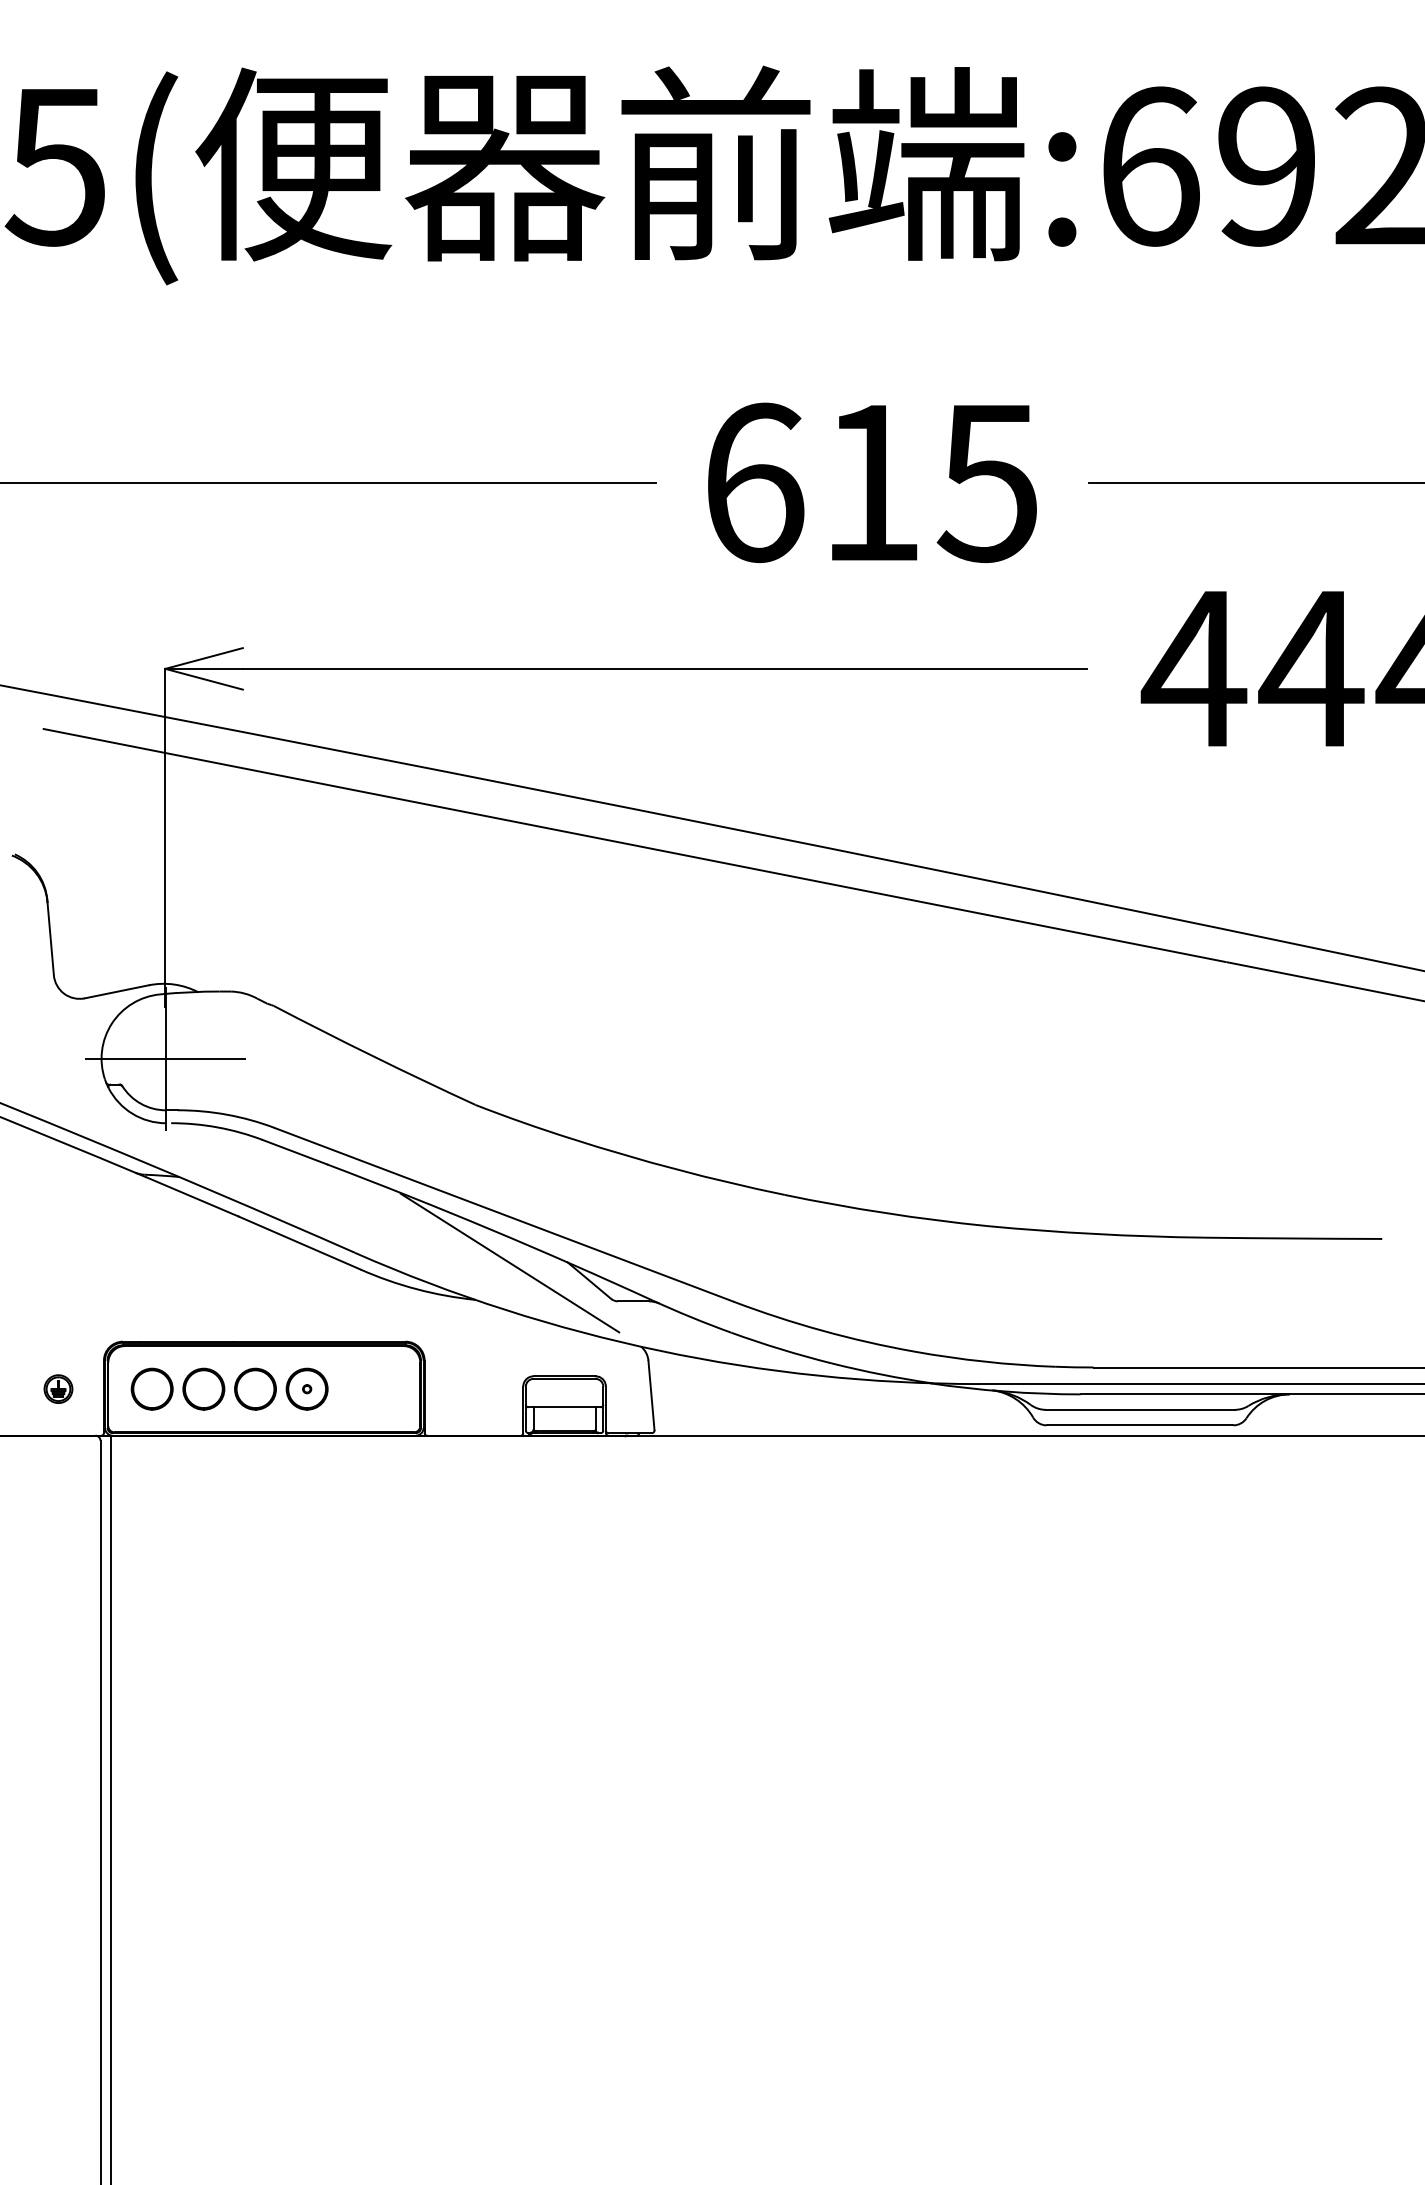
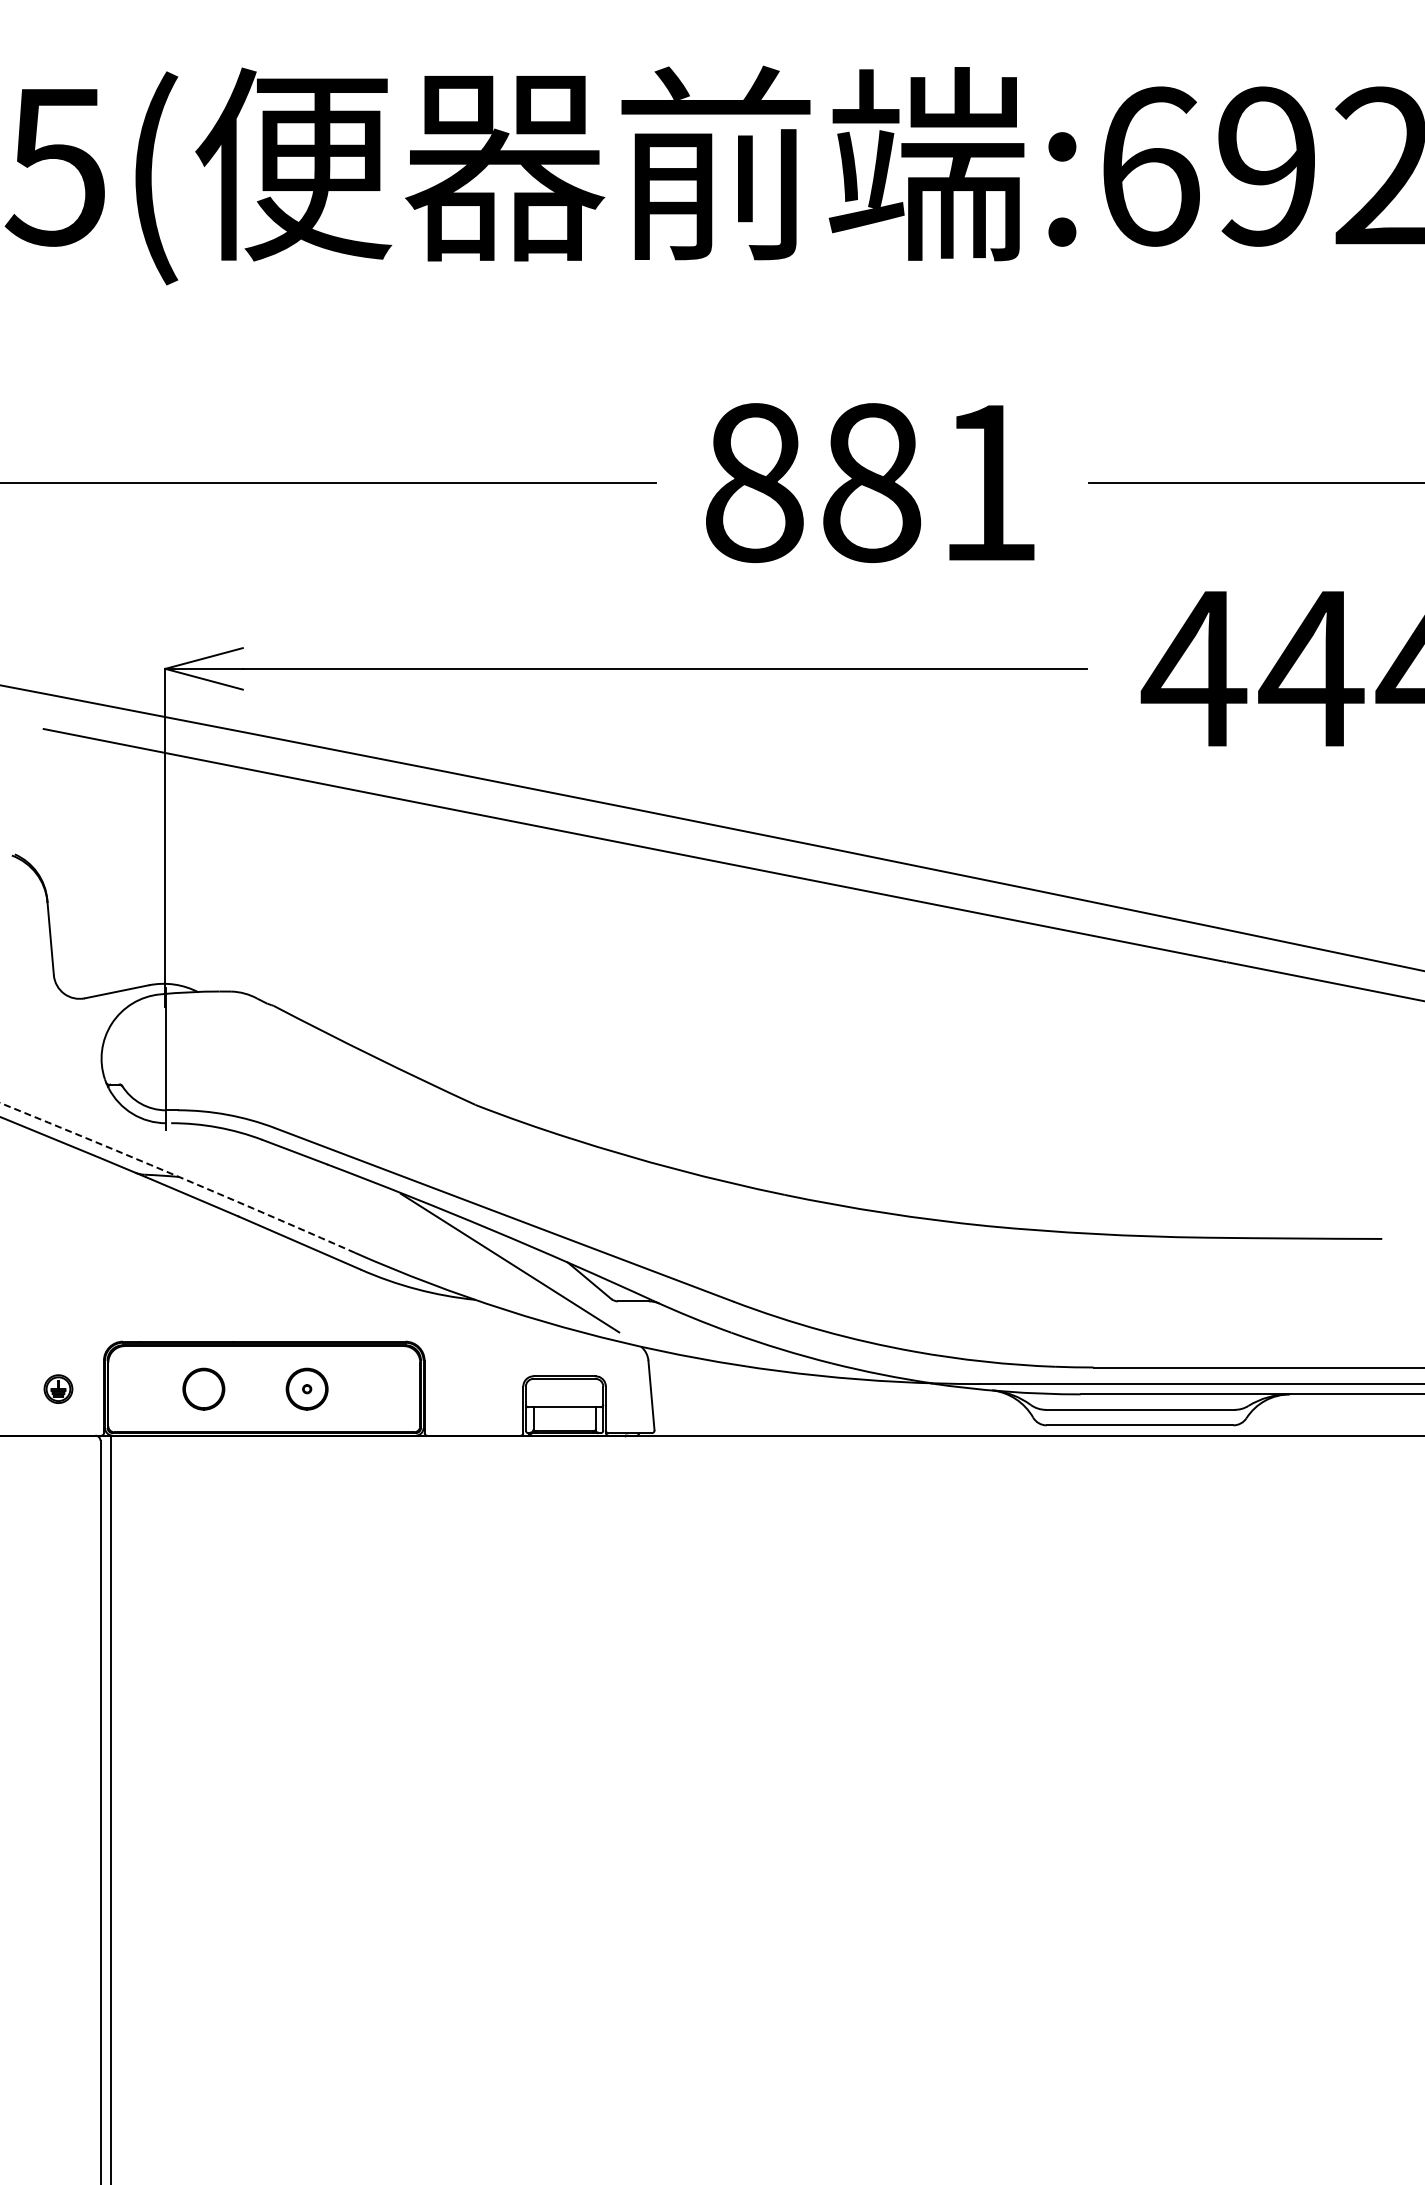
text at (871, 482): 615 -> 881
line at (165, 1058): present -> none
arc at (177, 1176): solid -> dashed
part at (151, 1388): present -> none
part at (255, 1388): present -> none
